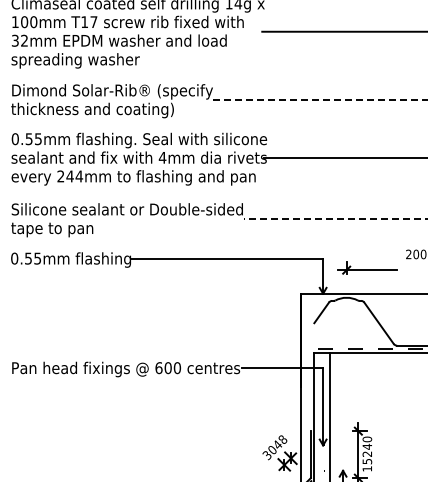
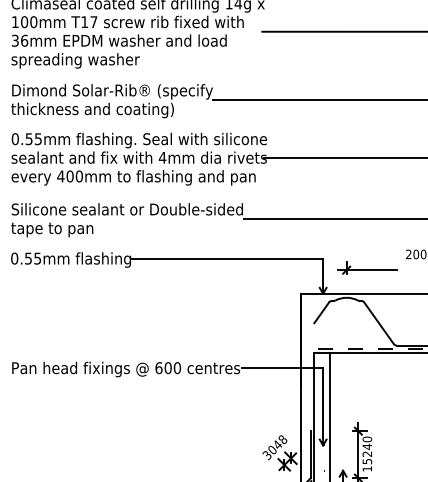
text at (24, 40): 32mm -> 36mm
line at (319, 100): dashed -> solid
text at (70, 176): 244mm -> 400mm
line at (335, 219): dashed -> solid
